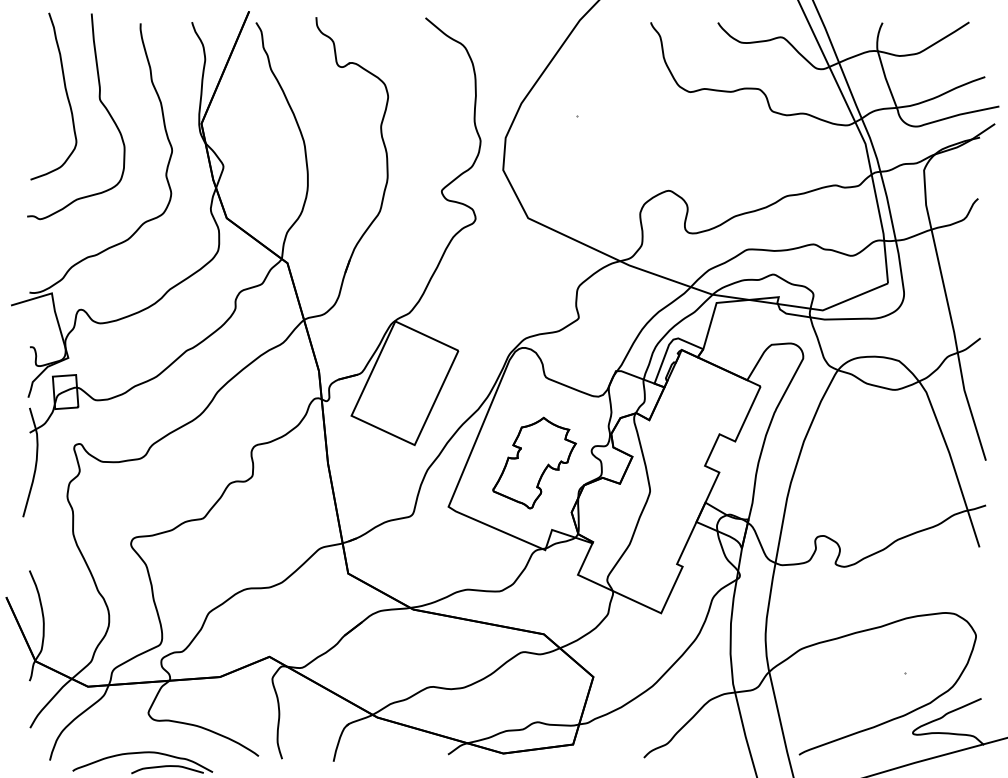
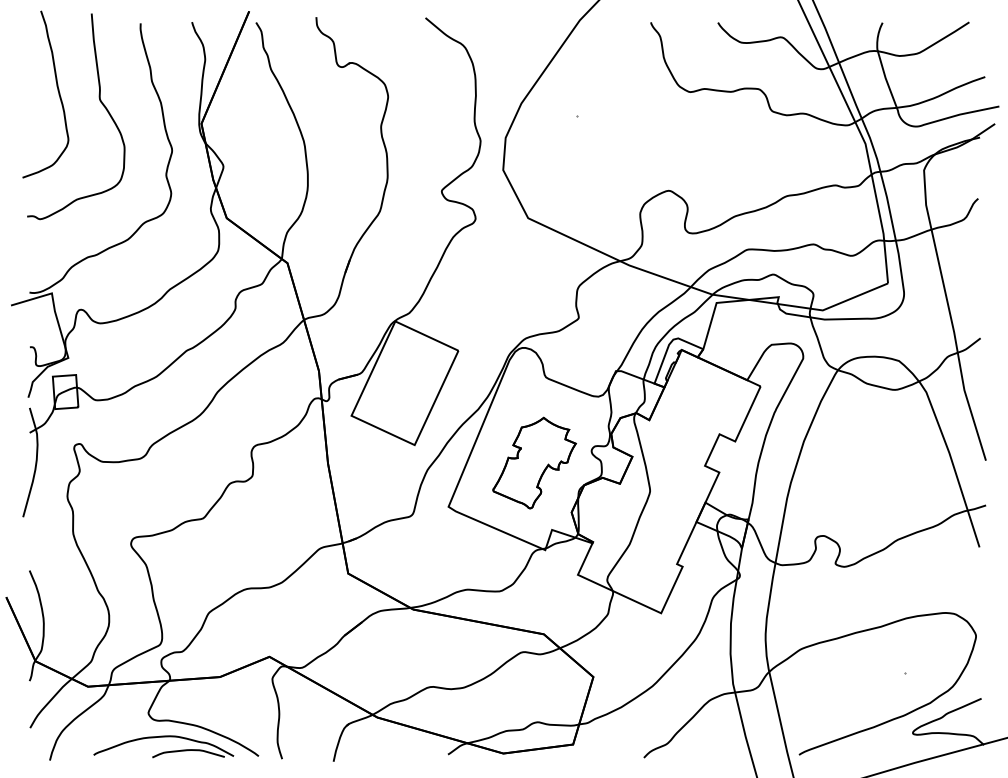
curve at (65, 92) position: (65, 92) -> (57, 90)
part at (142, 762) position: (142, 762) -> (163, 746)
